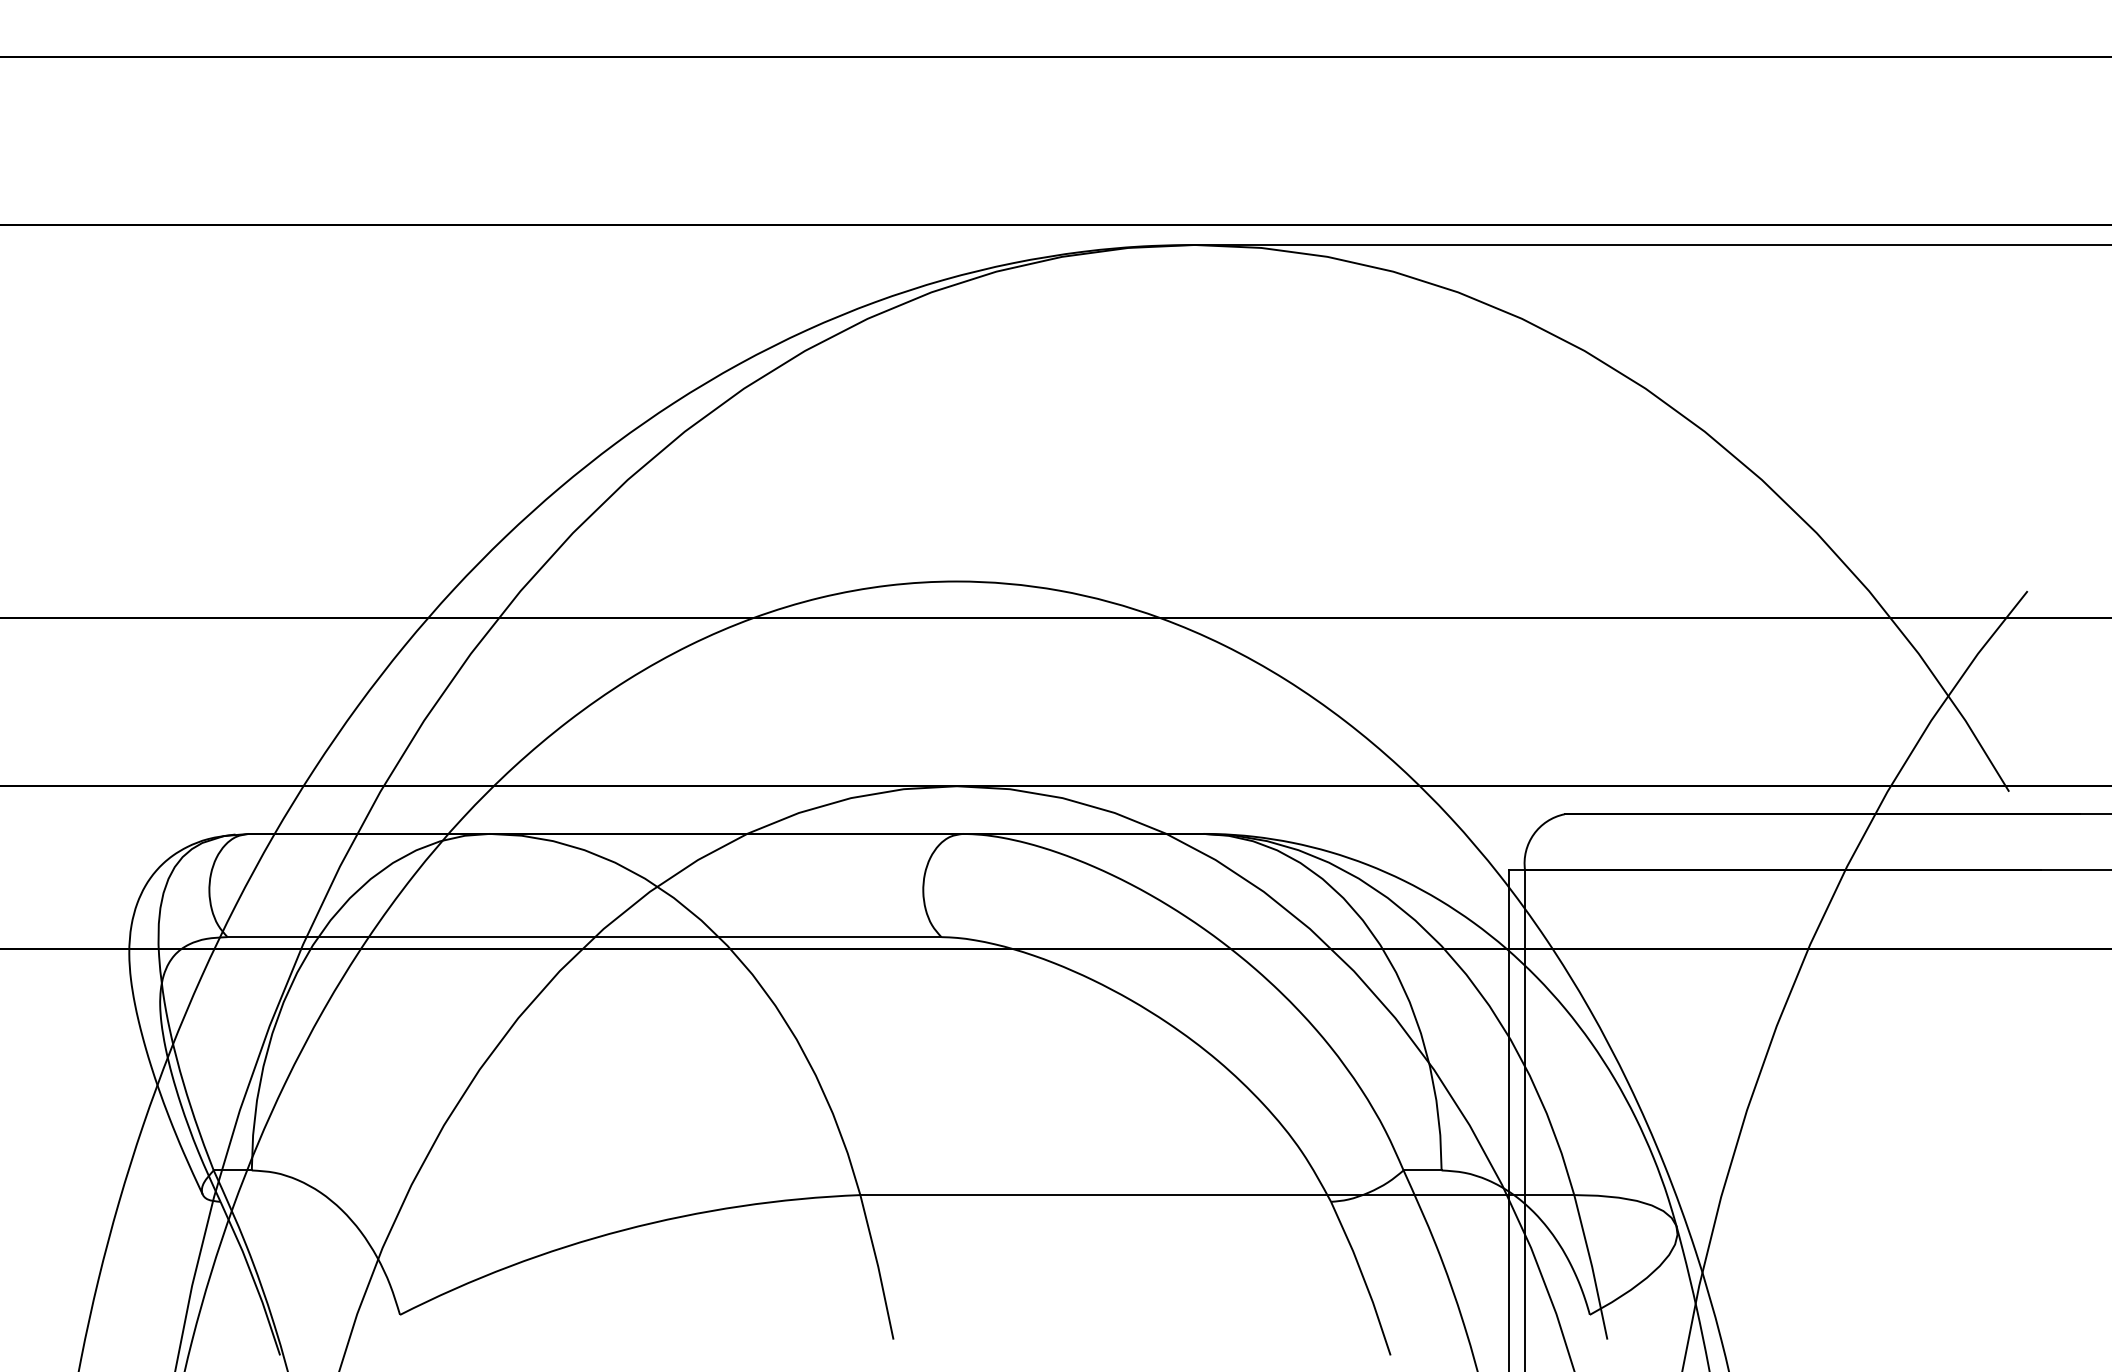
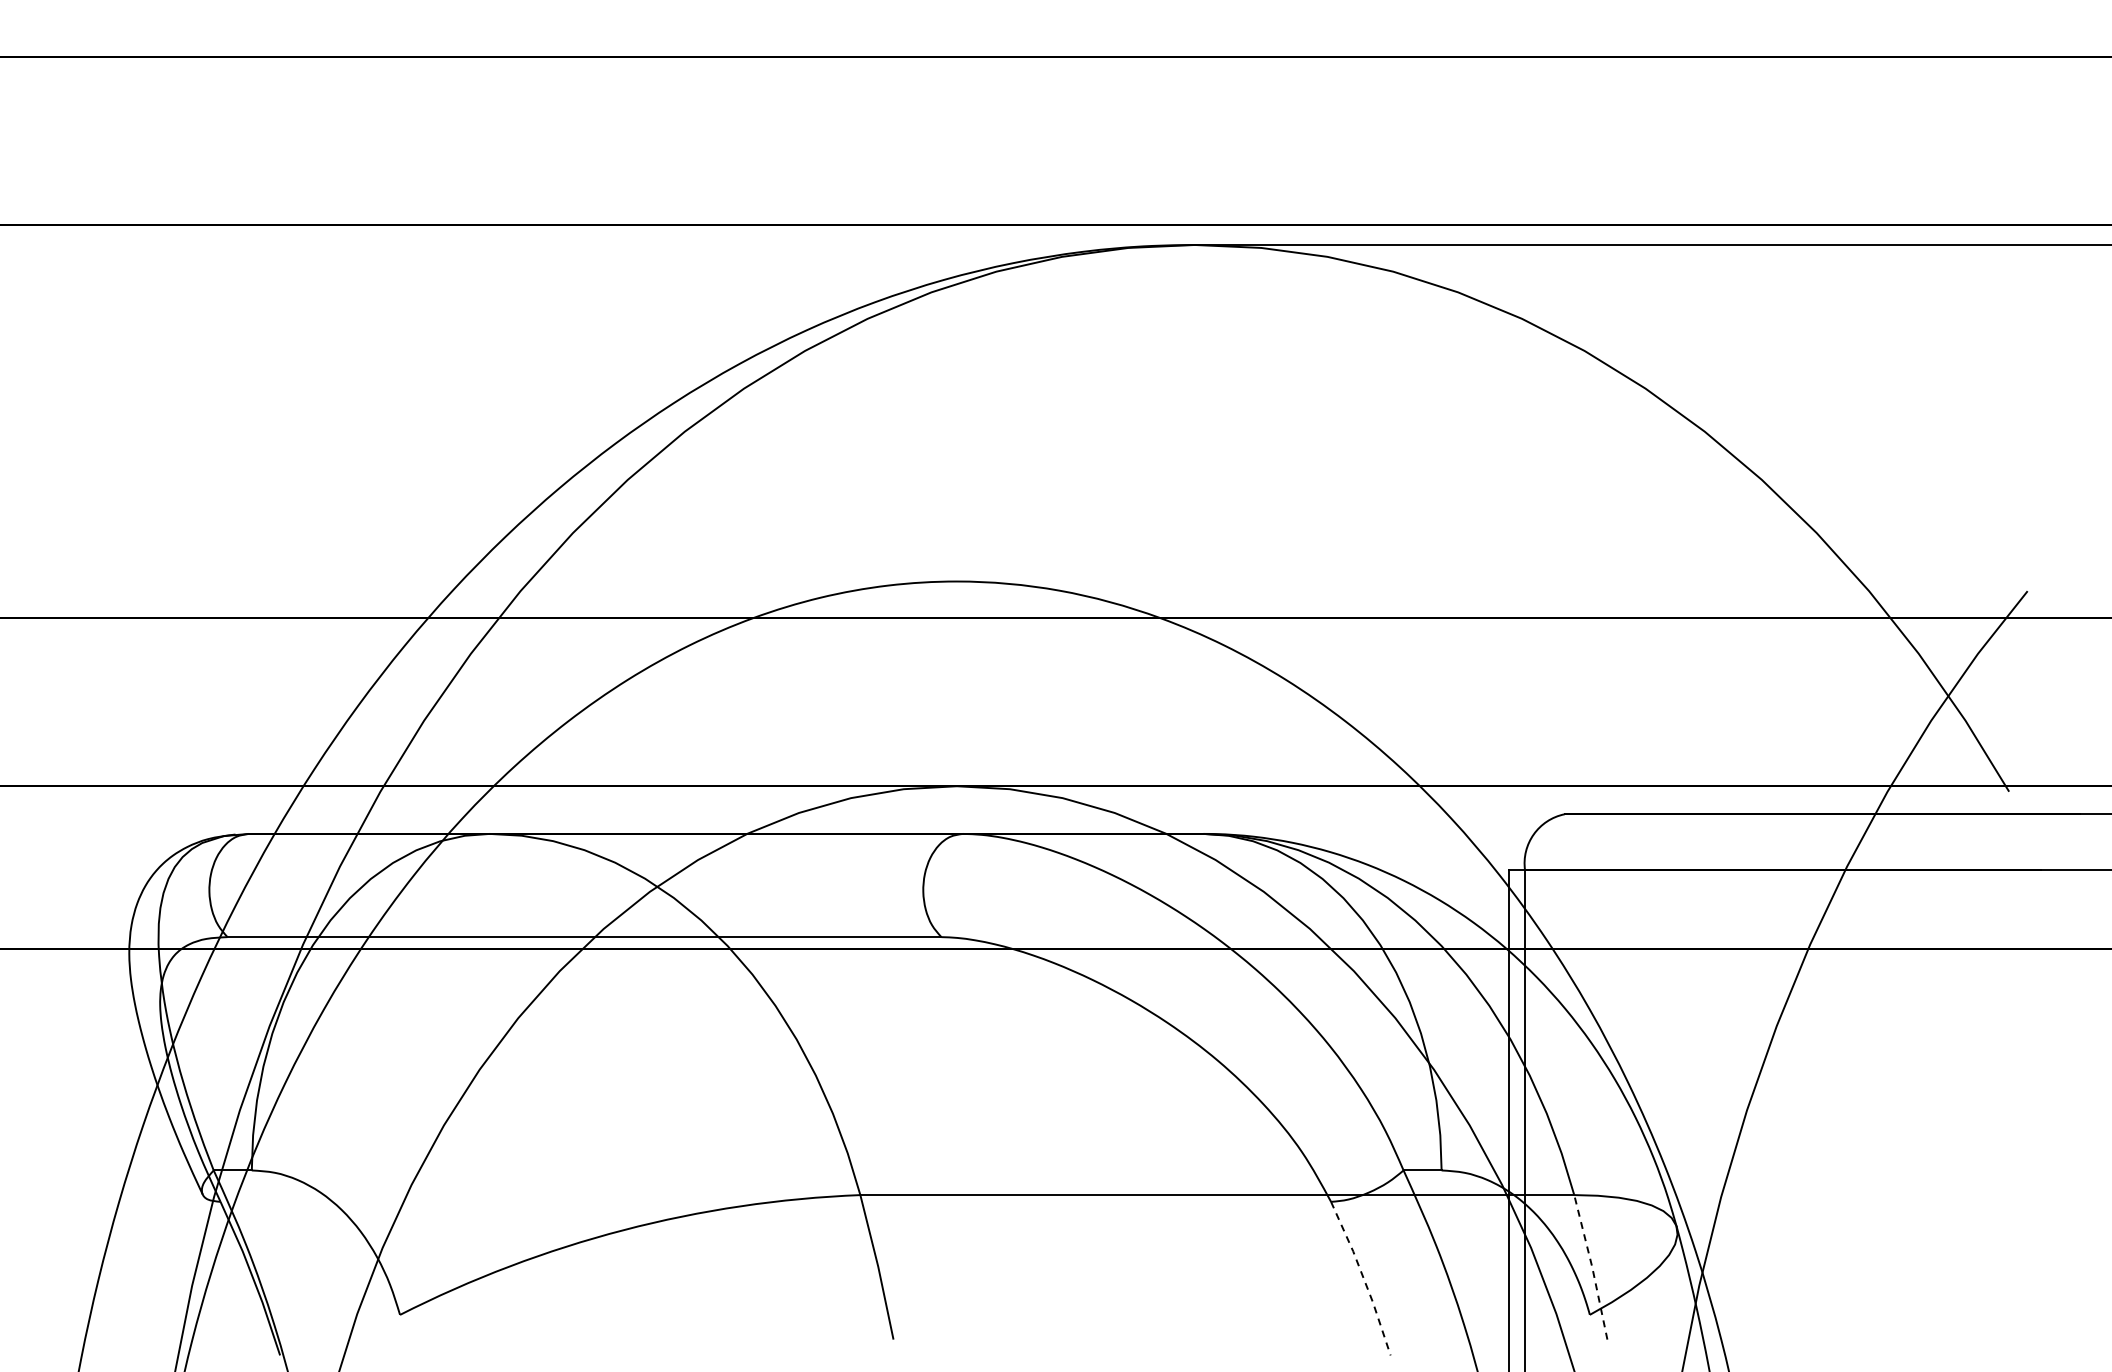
line at (1592, 1266): solid -> dashed
line at (1363, 1277): solid -> dashed
